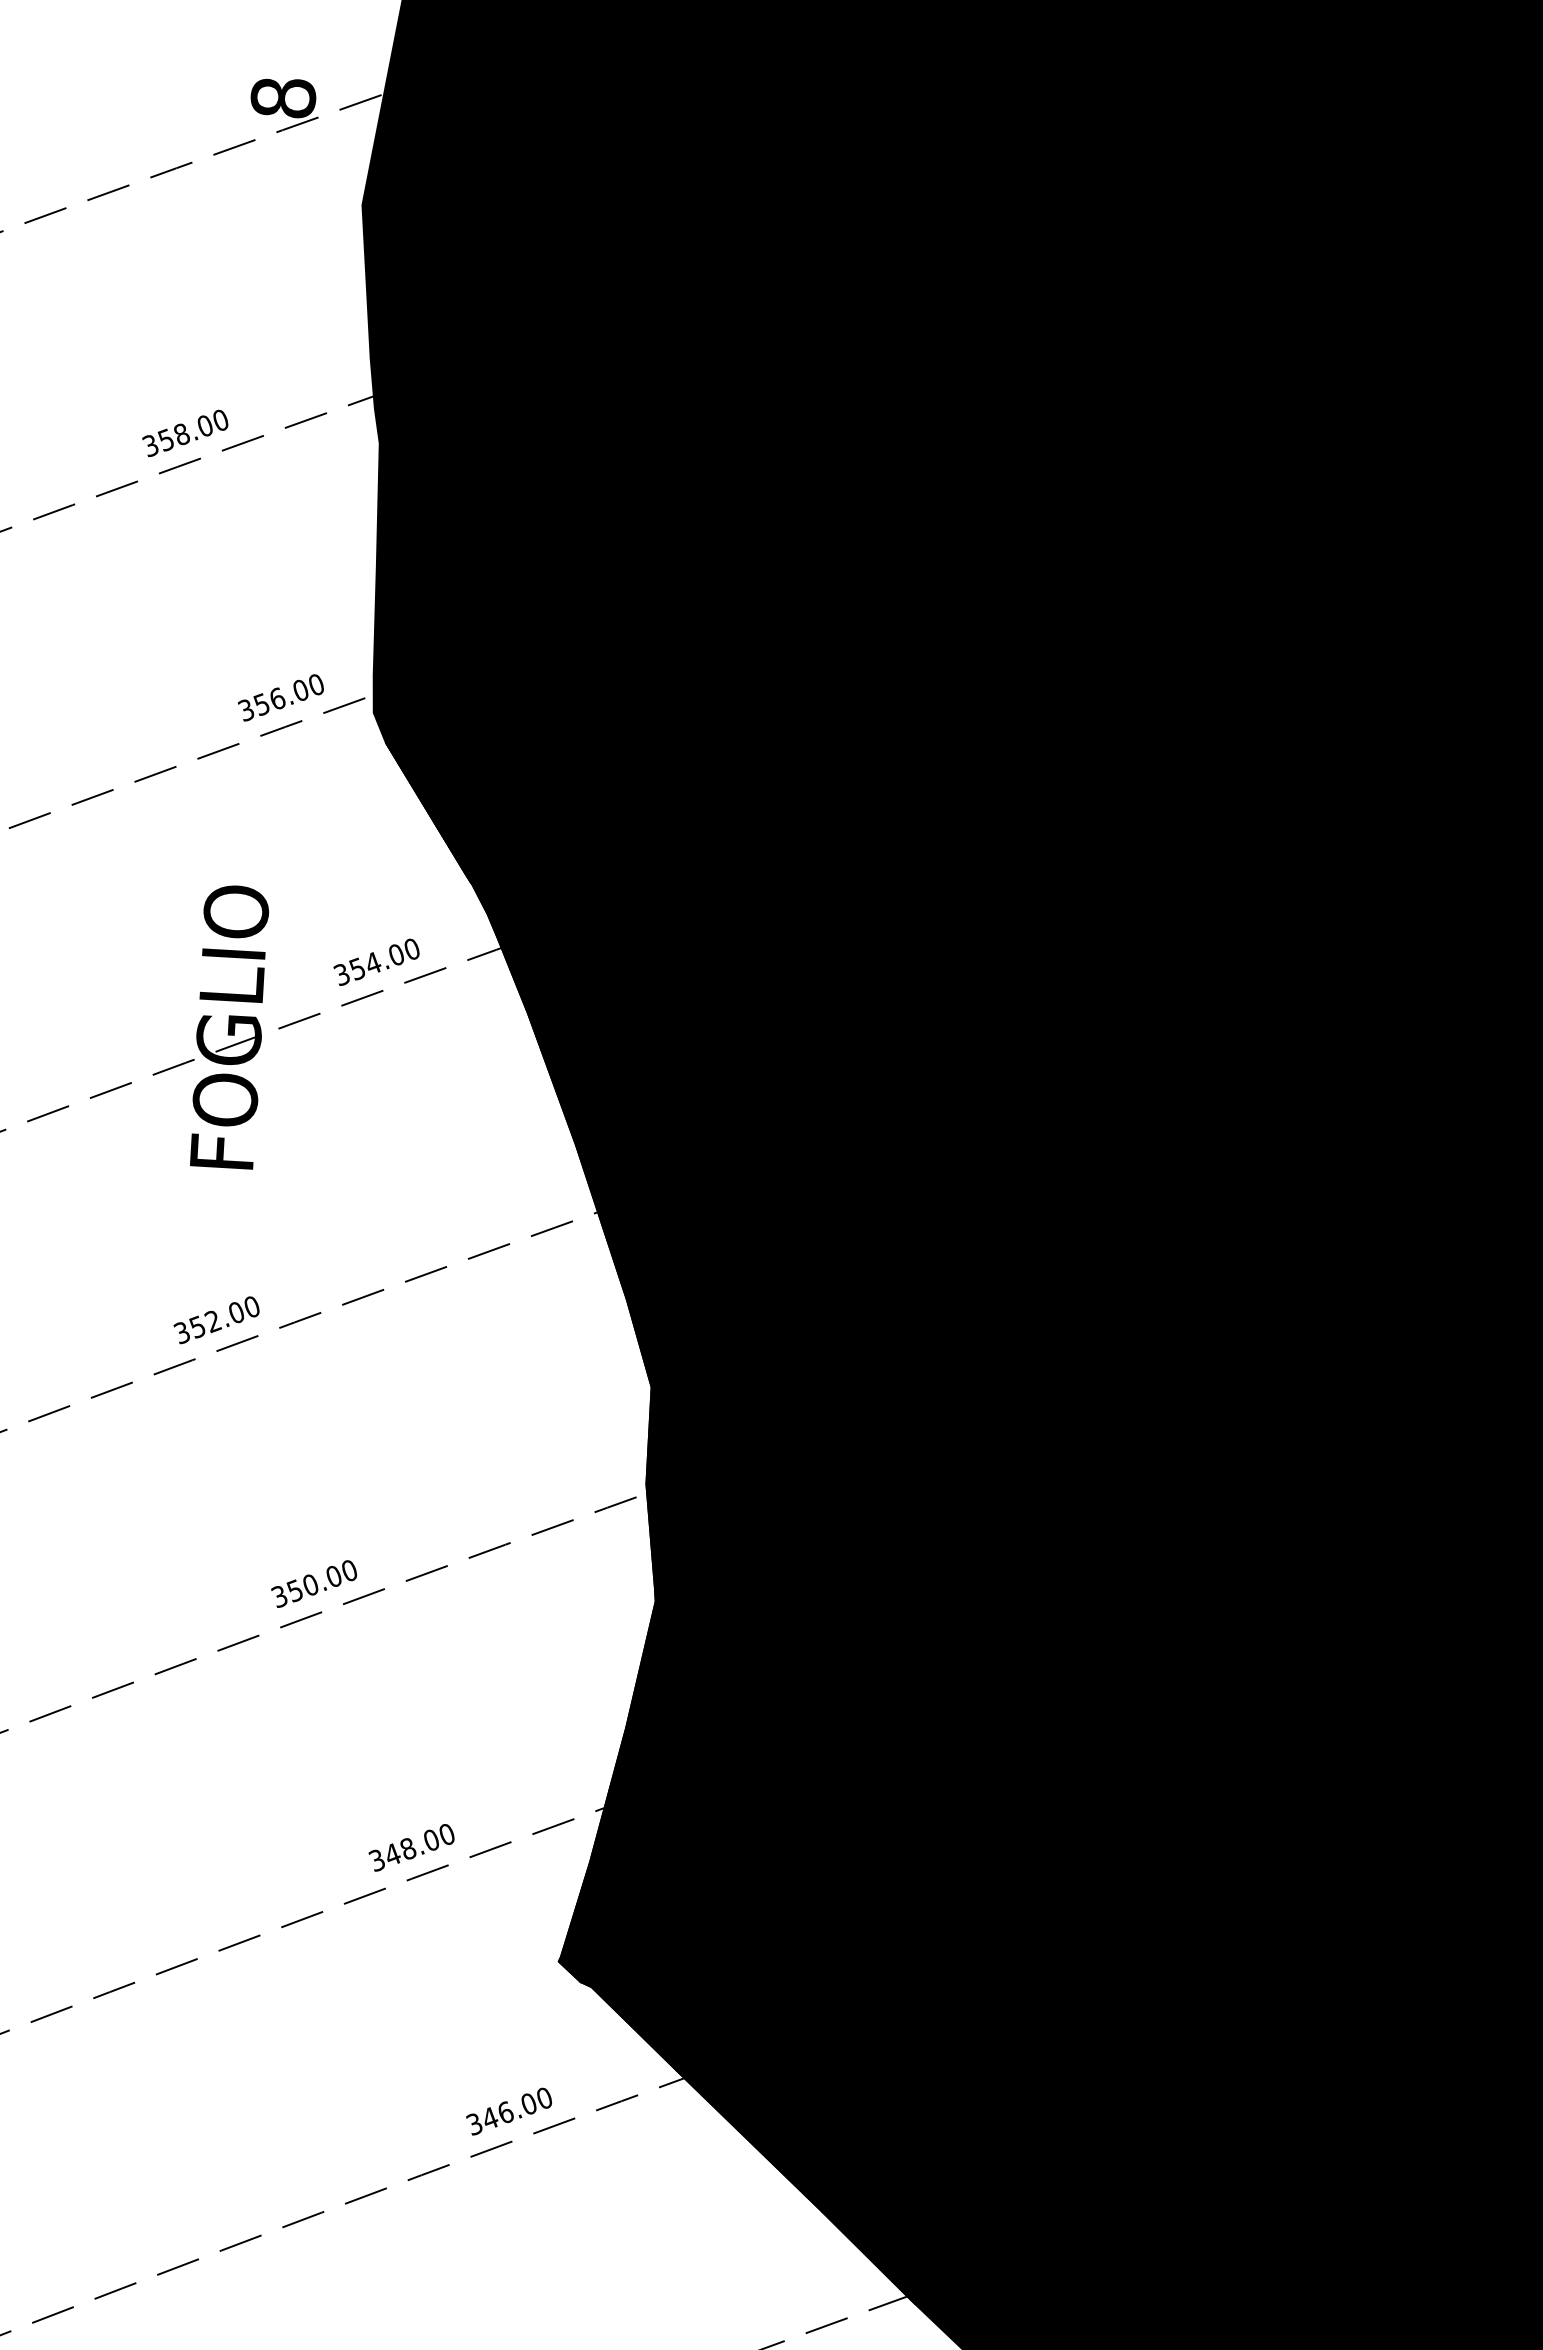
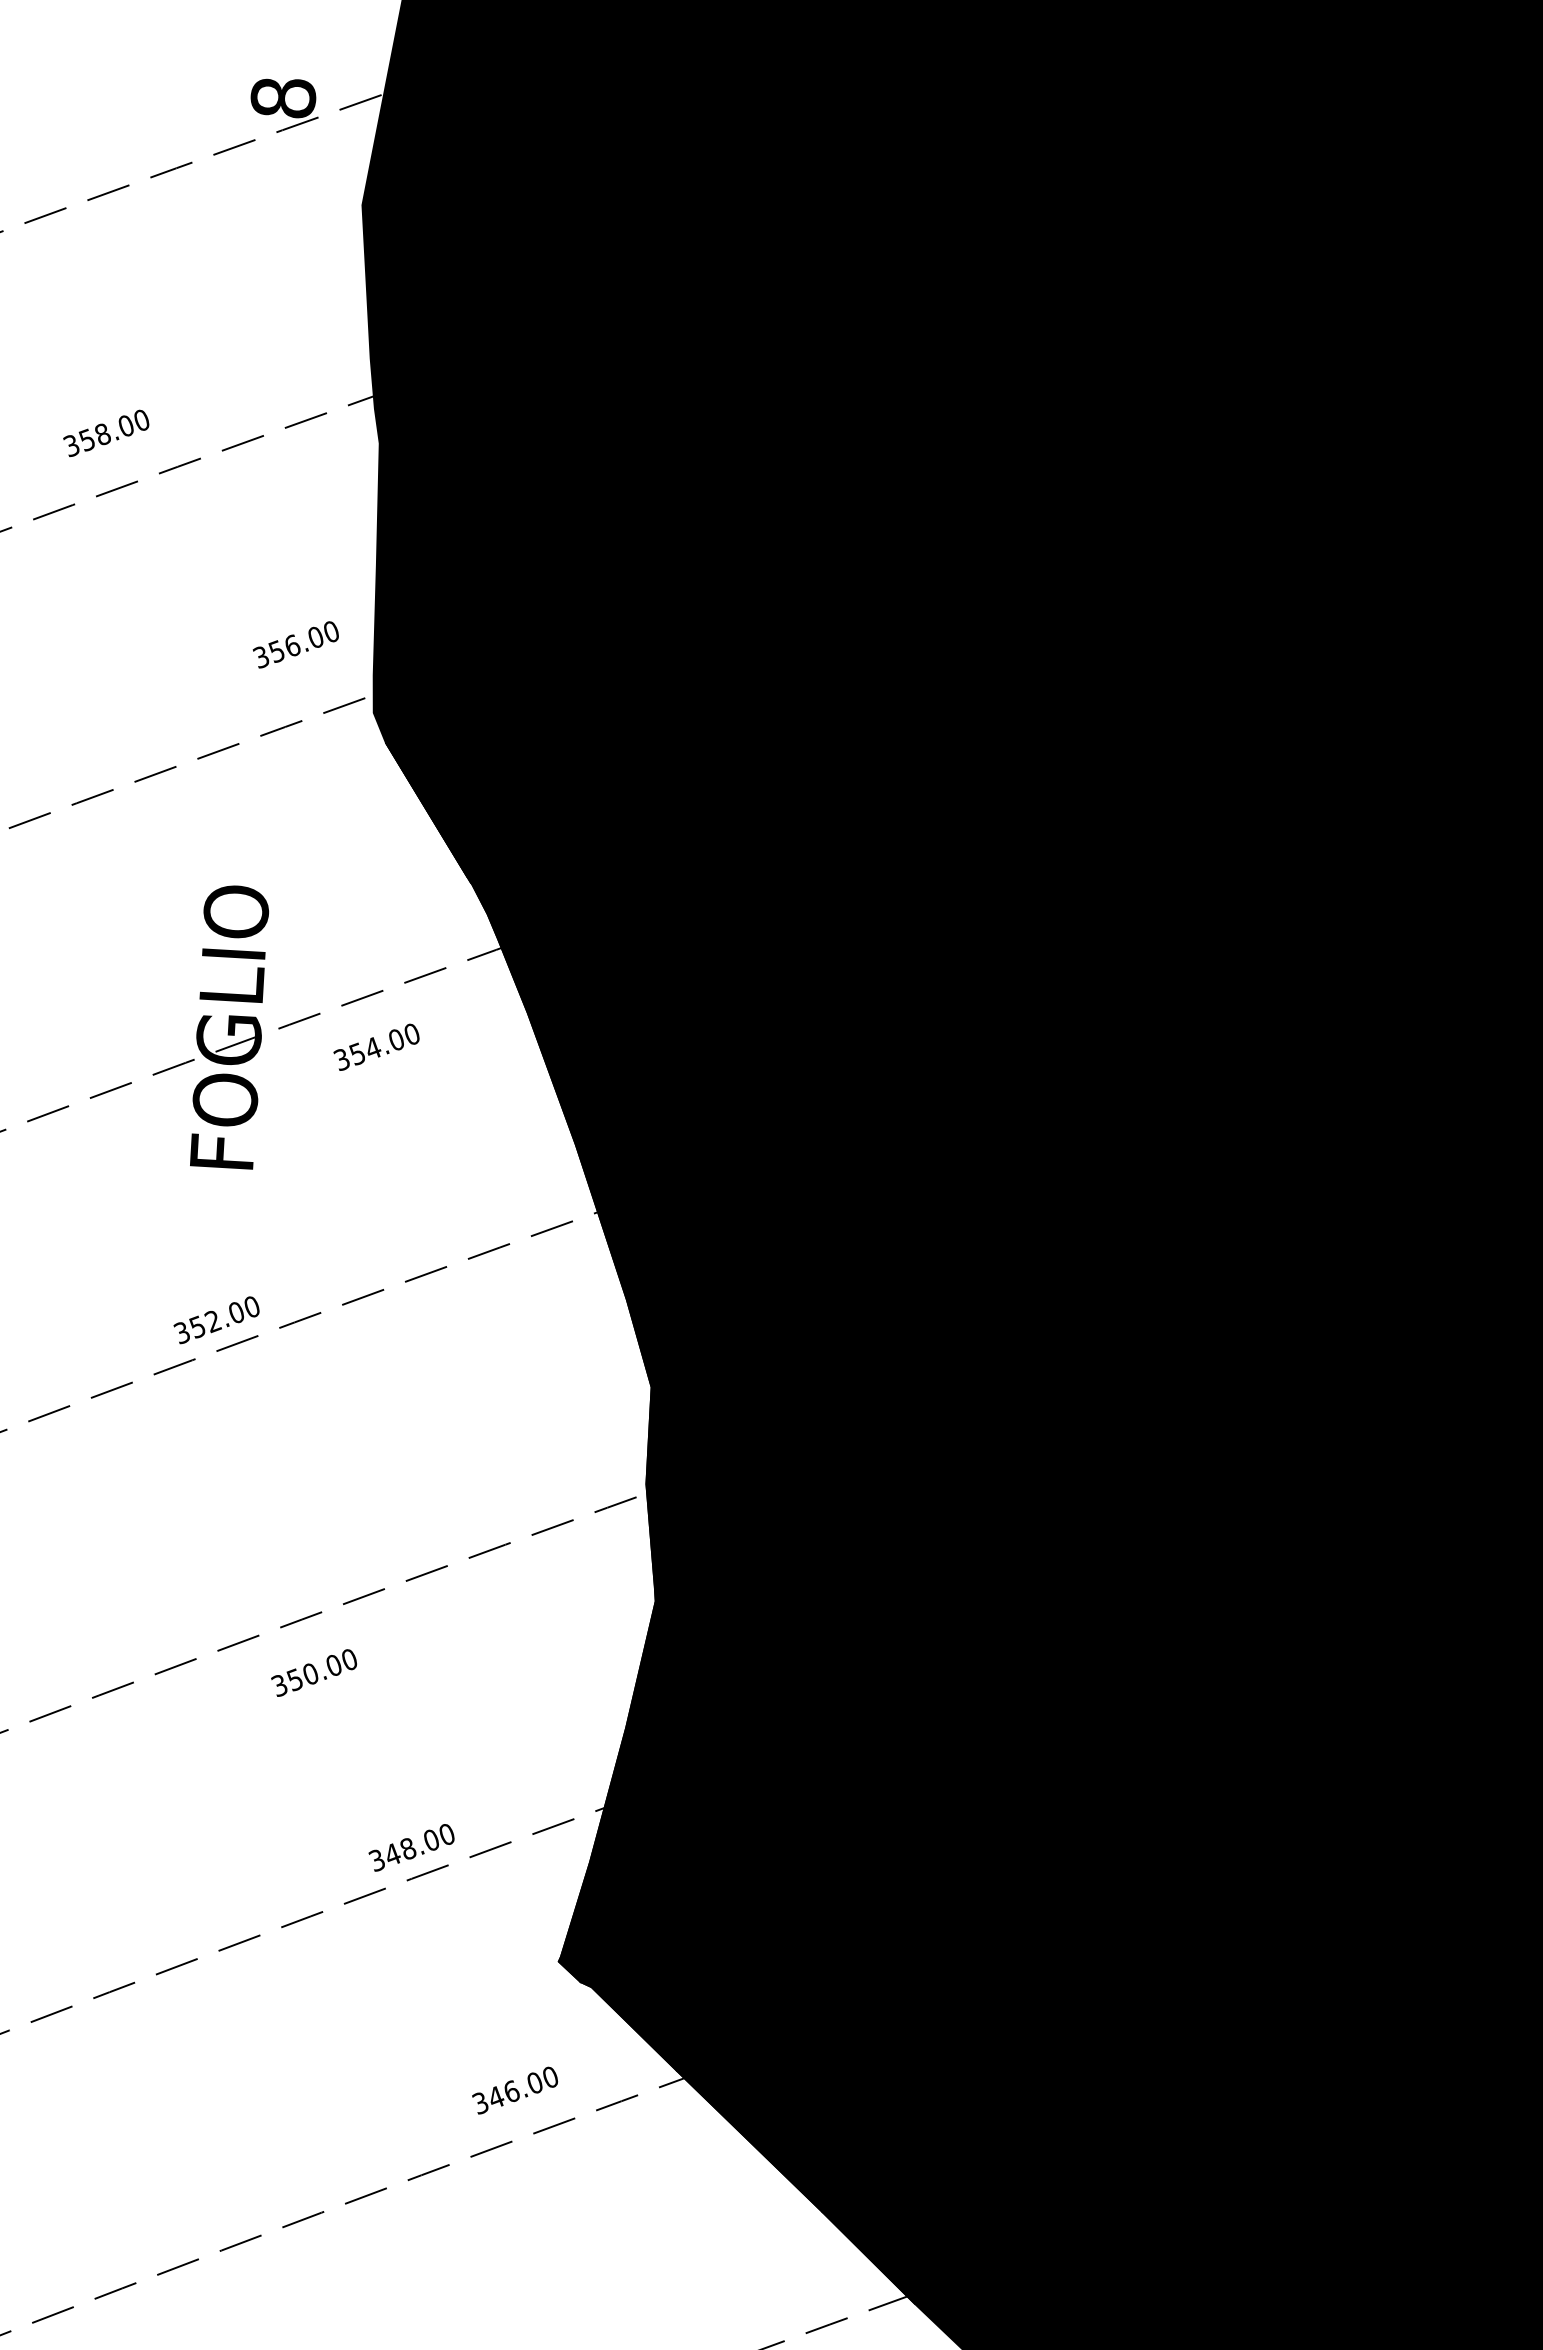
text at (185, 432) position: (185, 432) -> (106, 432)
text at (280, 697) position: (280, 697) -> (295, 644)
text at (376, 961) position: (376, 961) -> (376, 1046)
text at (313, 1583) position: (313, 1583) -> (313, 1672)
text at (508, 2111) position: (508, 2111) -> (514, 2090)
